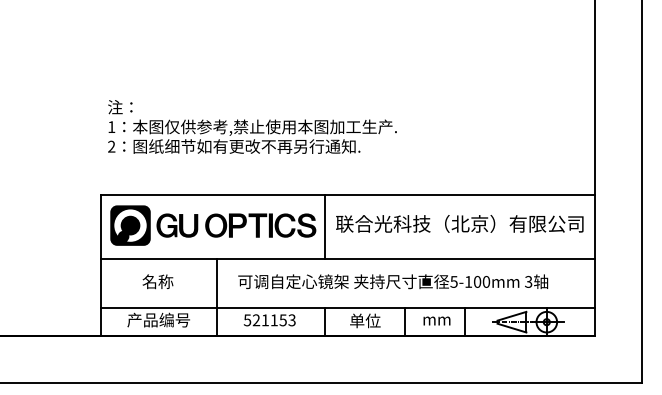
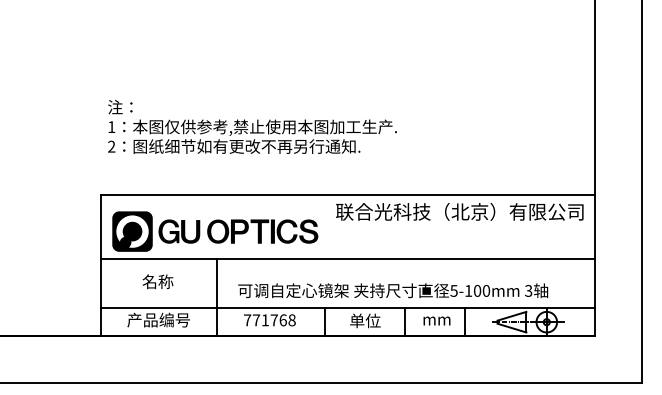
text at (459, 223) position: (459, 223) -> (459, 211)
part at (213, 225) position: (213, 225) -> (215, 231)
line at (324, 226): present -> none
text at (393, 281) position: (393, 281) -> (393, 290)
text at (269, 320): 521153 -> 771768
